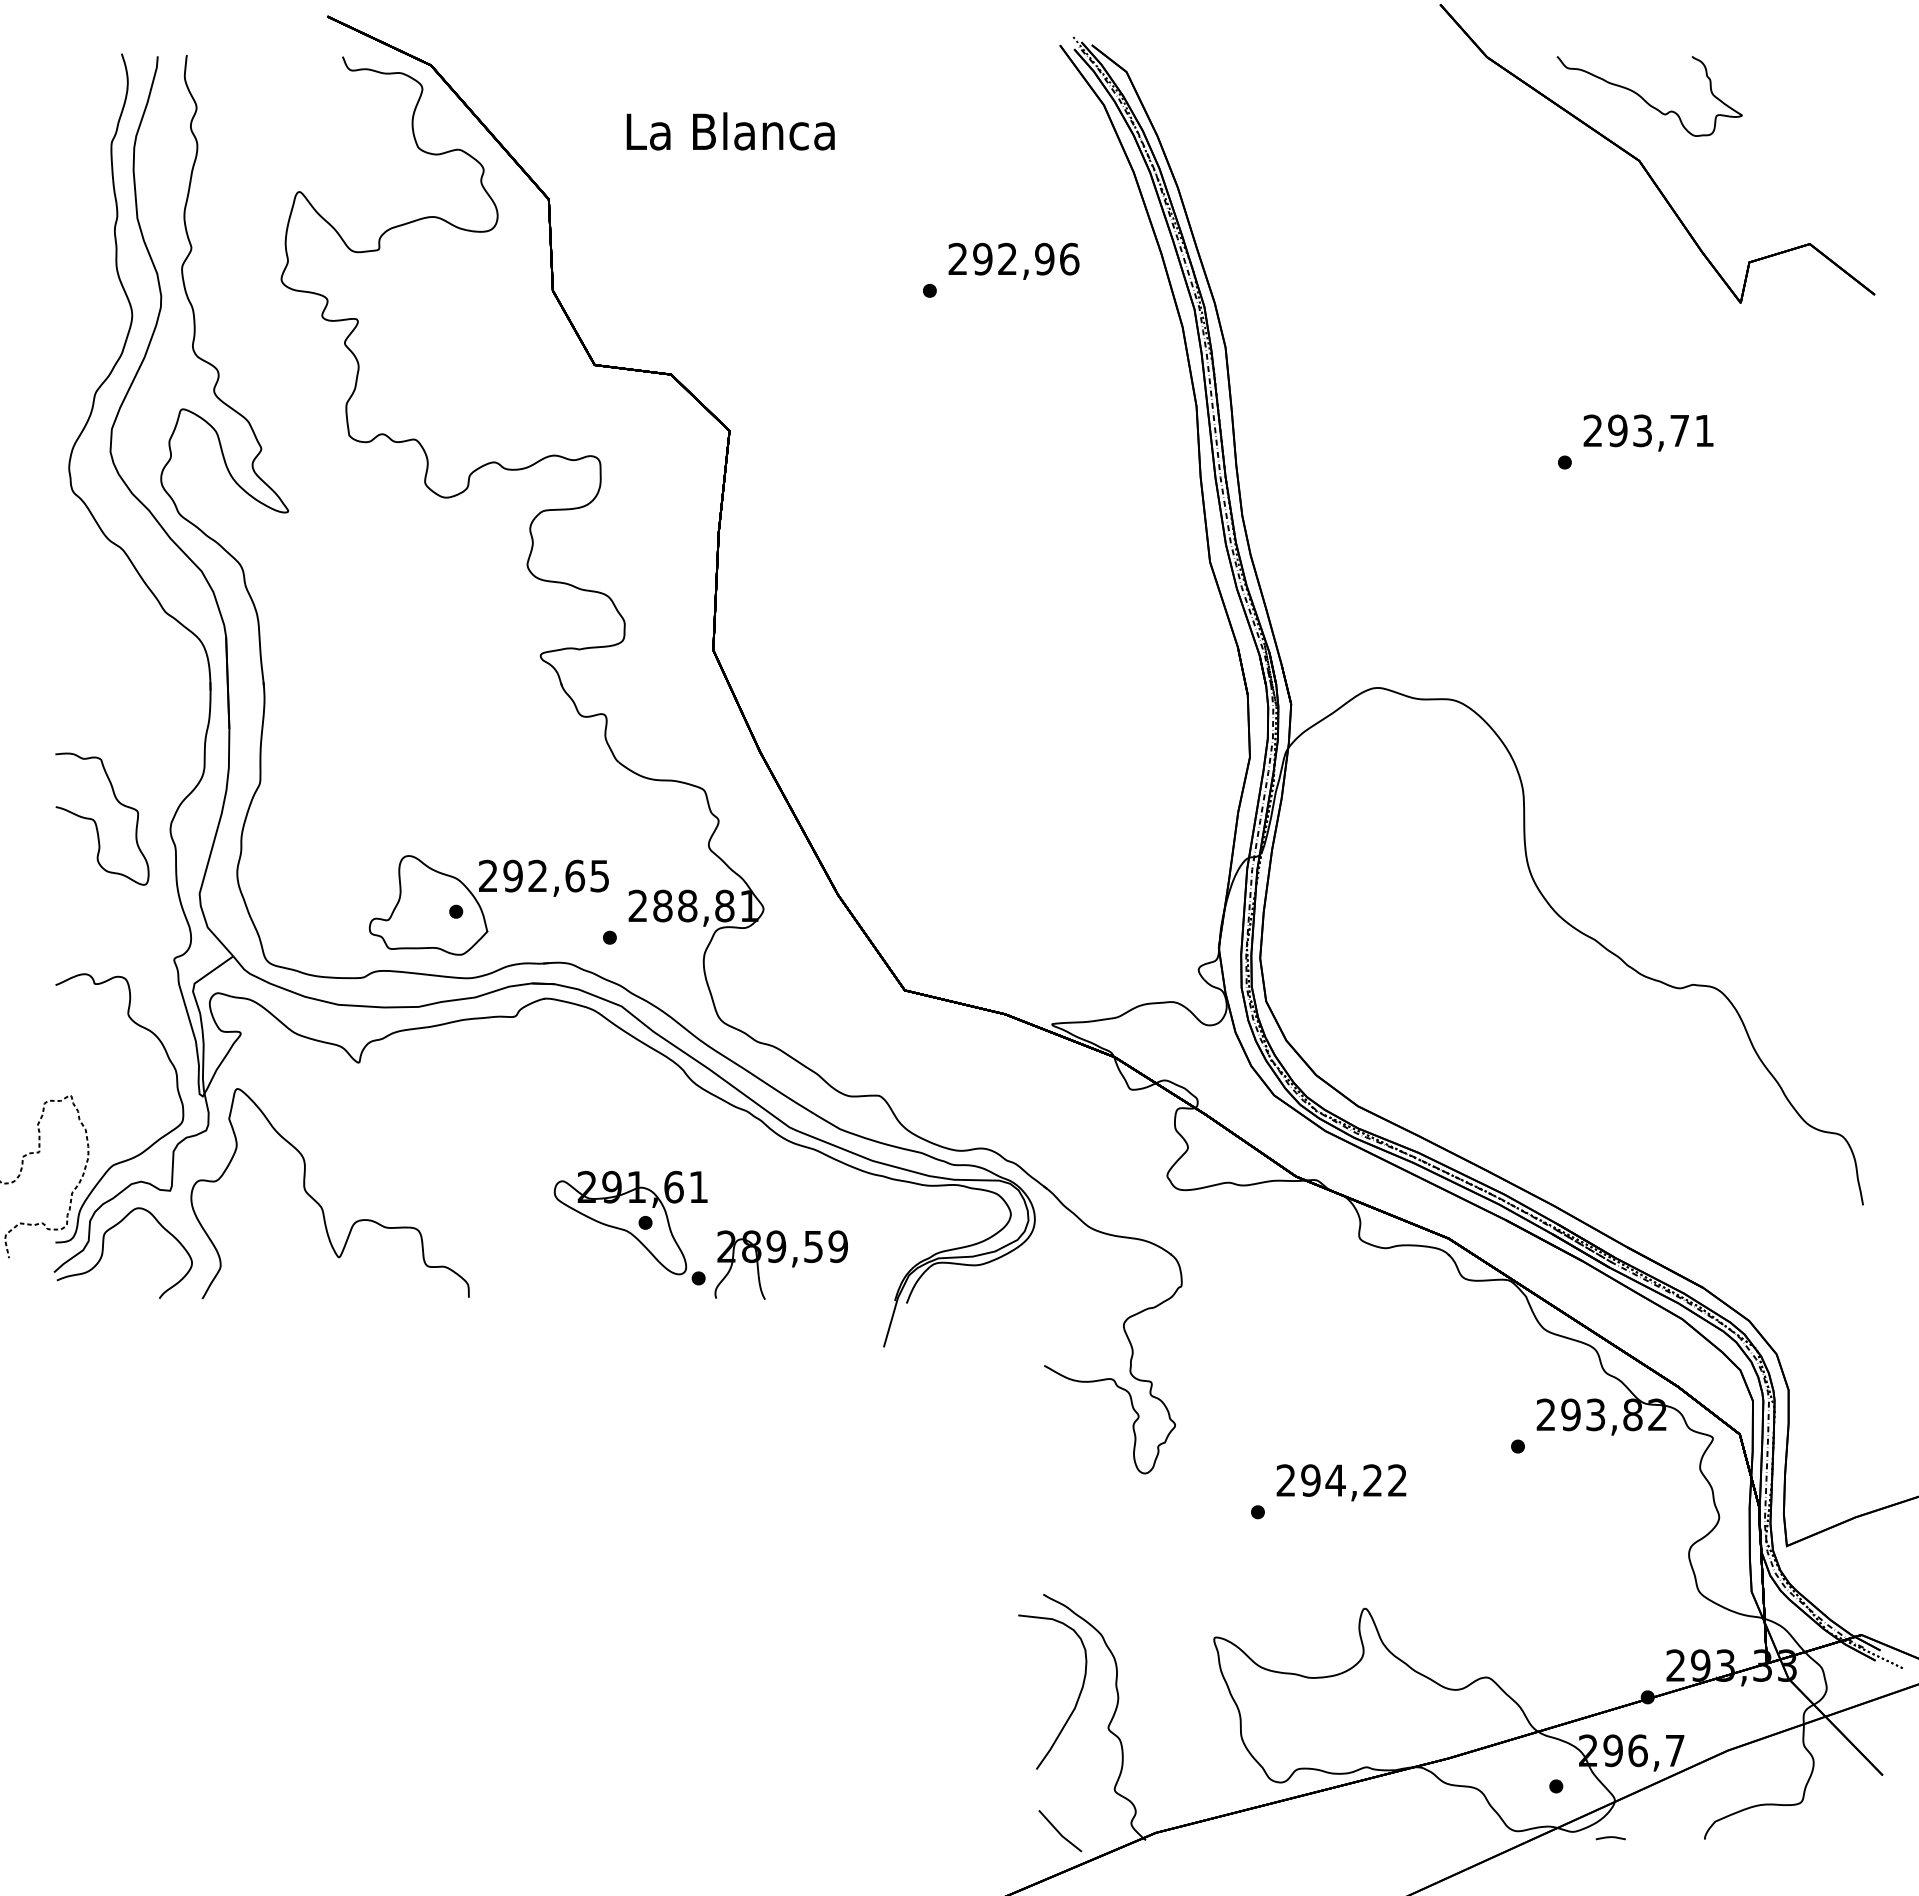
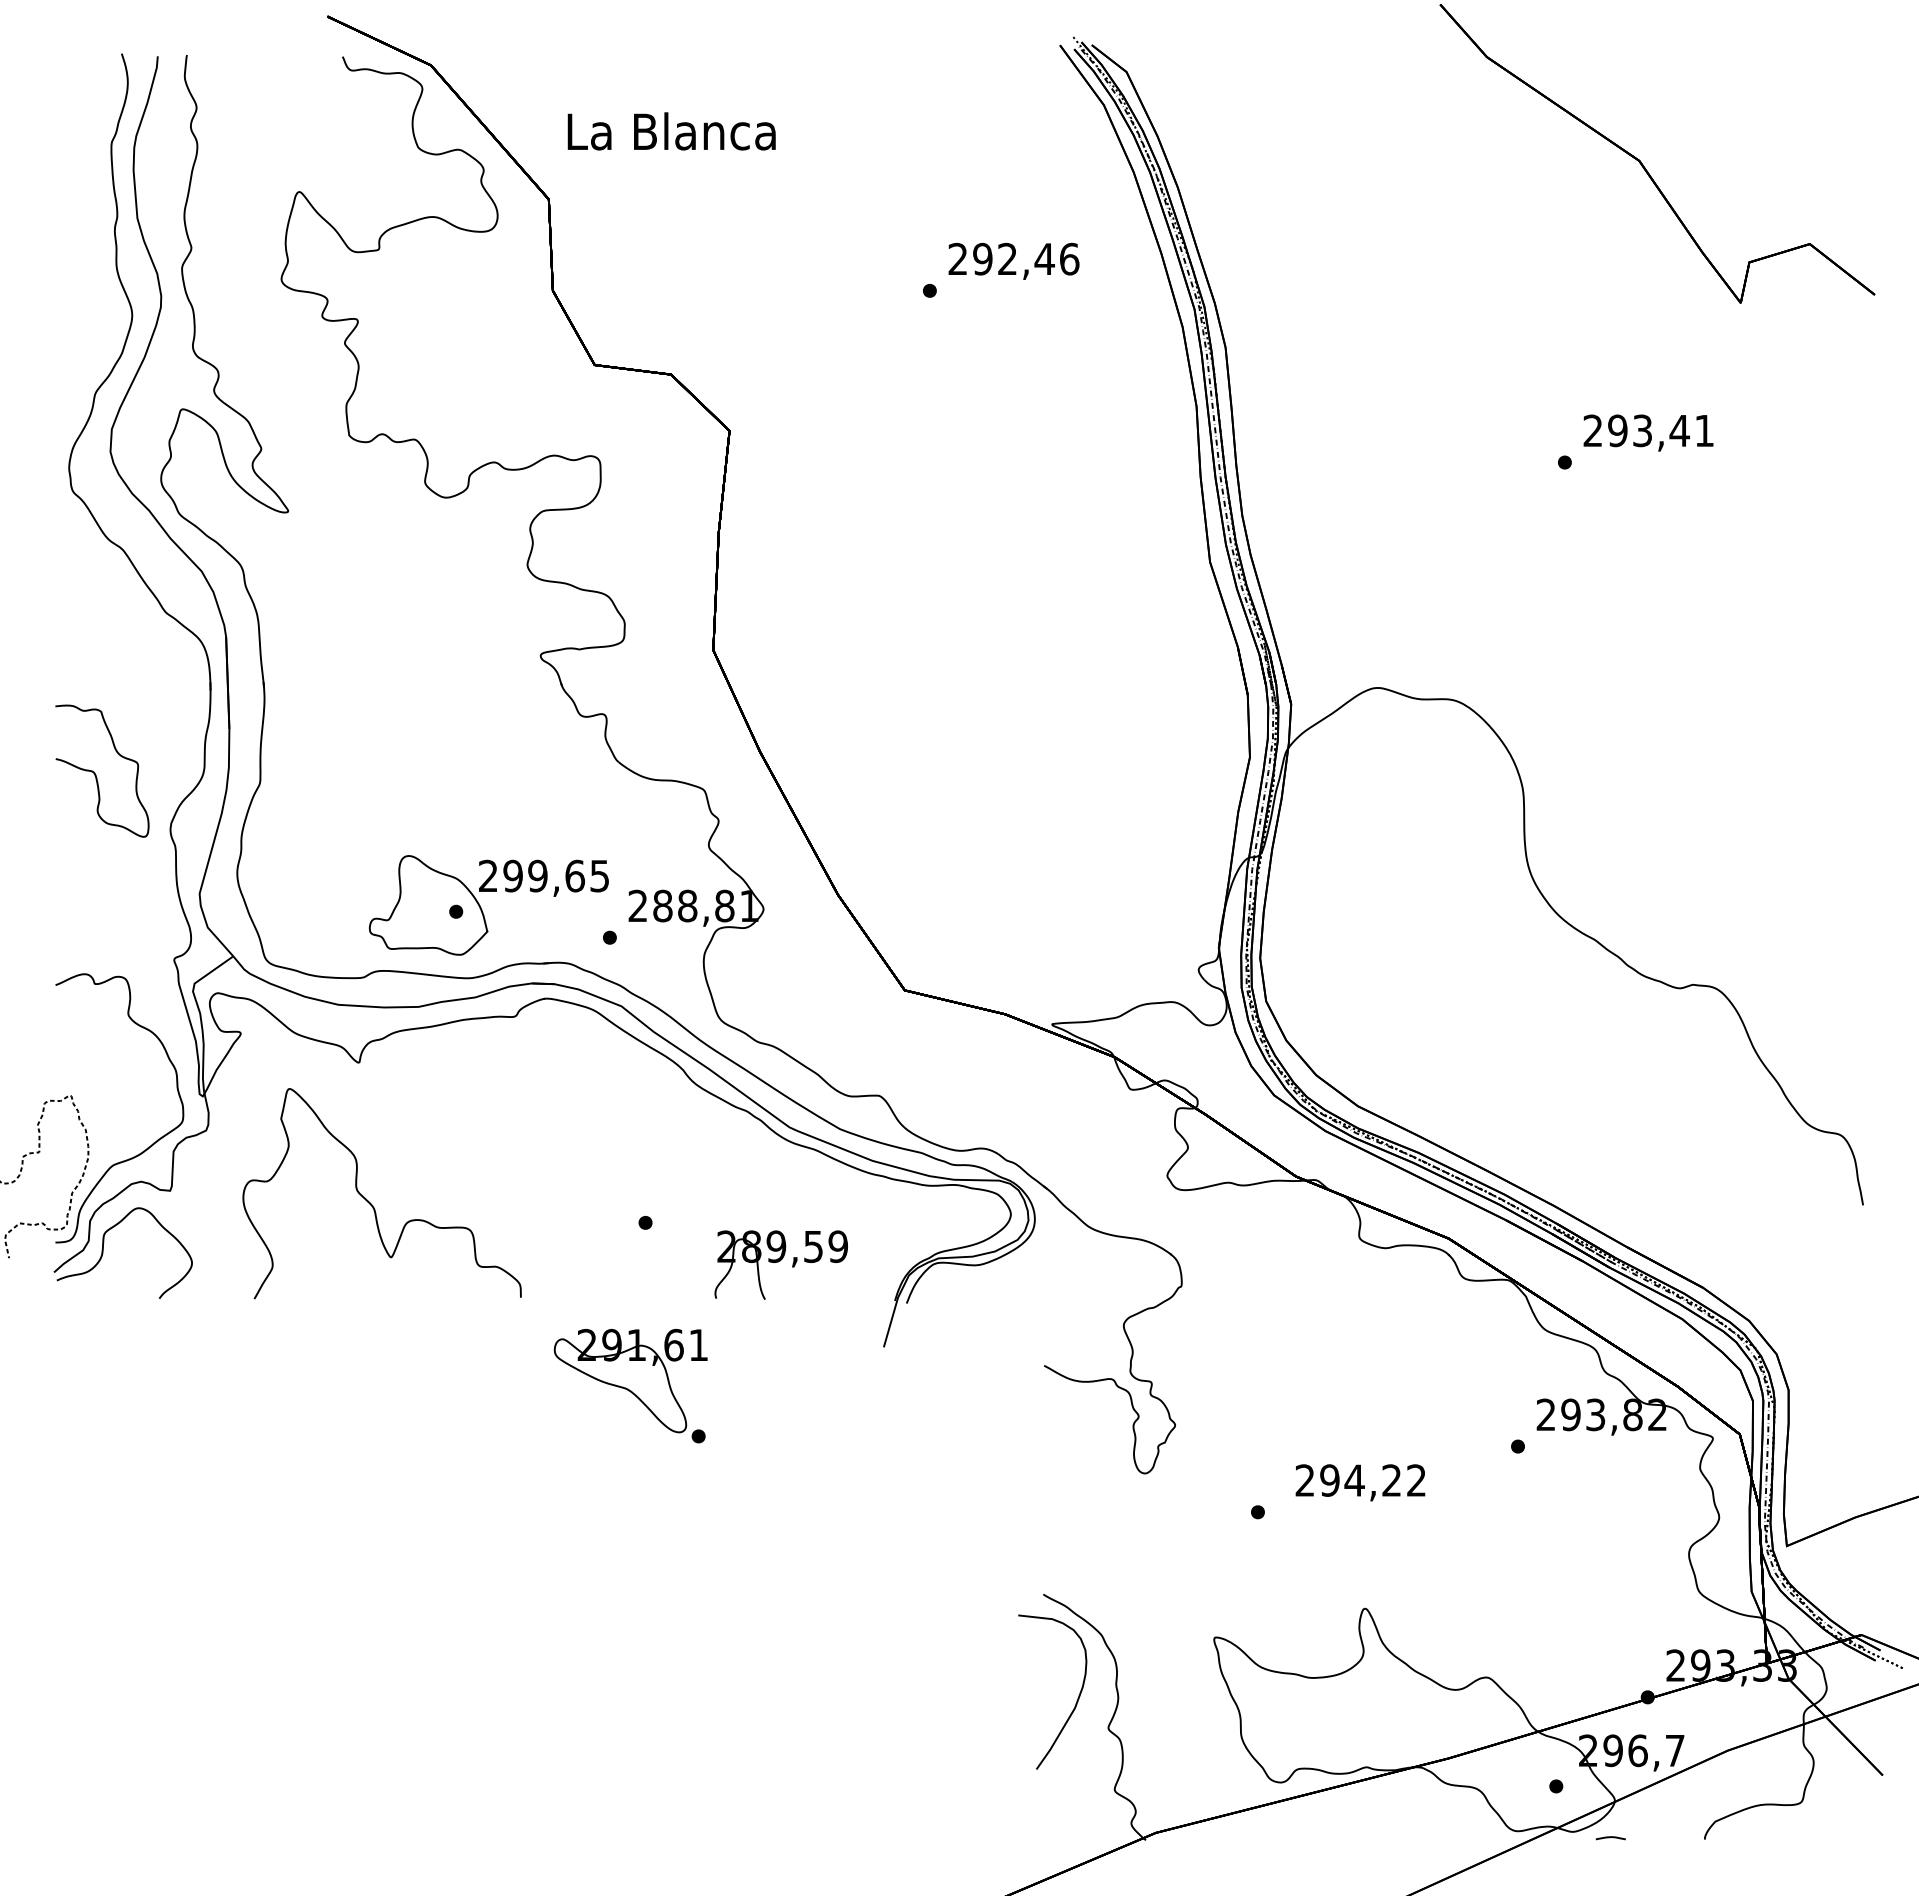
curve at (1645, 99): present -> none
text at (730, 131) position: (730, 131) -> (671, 131)
text at (1044, 258): 292,96 -> 292,46
text at (1679, 430): 293,71 -> 293,41
curve at (96, 822) position: (96, 822) -> (96, 774)
text at (537, 875): 292,65 -> 299,65
curve at (319, 1203) position: (319, 1203) -> (371, 1203)
part at (630, 1228) position: (630, 1228) -> (630, 1386)
text at (1341, 1482) position: (1341, 1482) -> (1360, 1482)
line at (1059, 1831): present -> none
